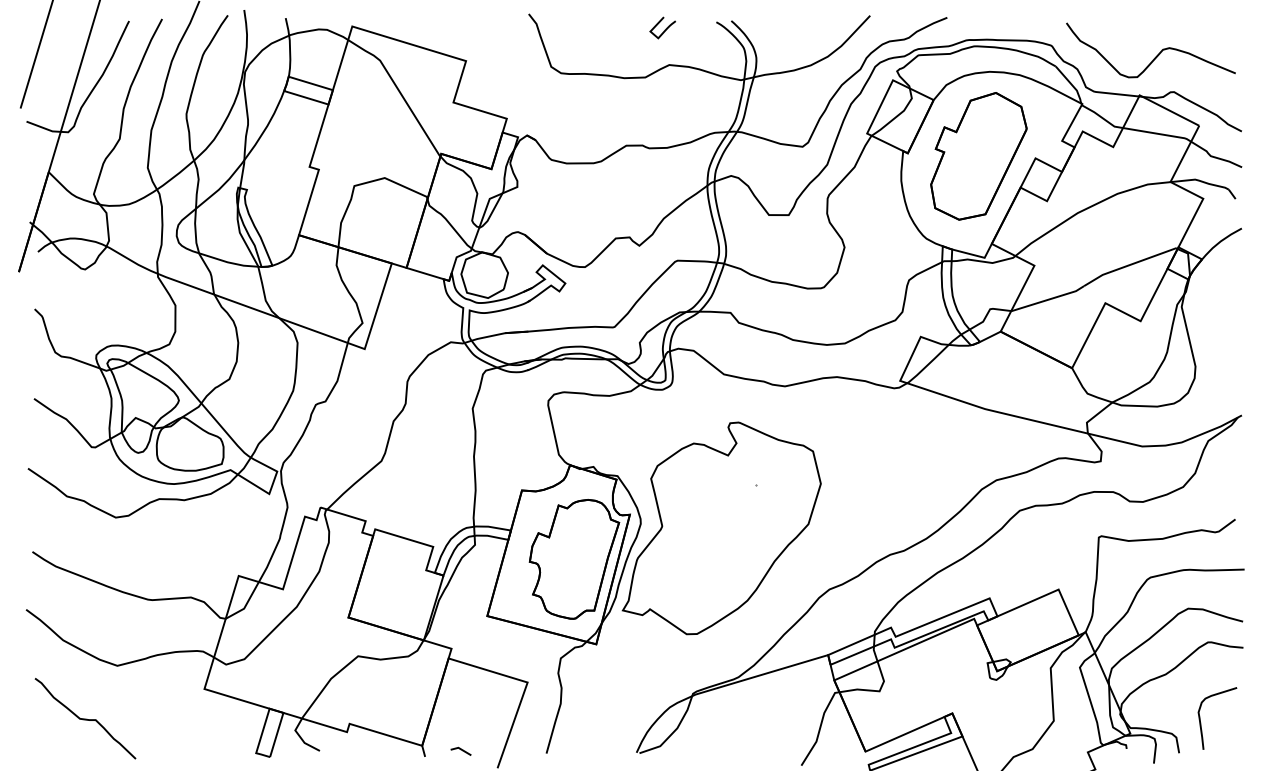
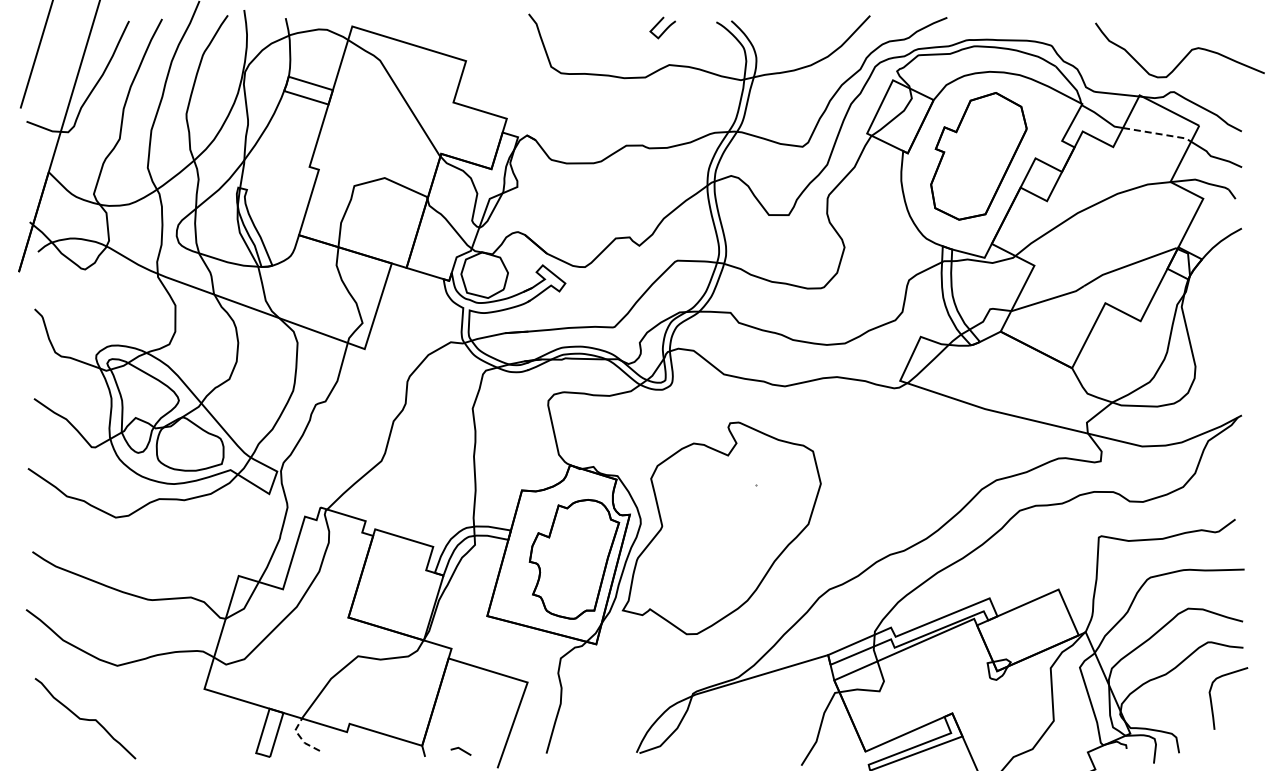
curve at (1156, 55) position: (1156, 55) -> (1185, 55)
line at (1159, 134): solid -> dashed
curve at (1201, 722) position: (1201, 722) -> (1212, 702)
line at (301, 738): solid -> dashed
